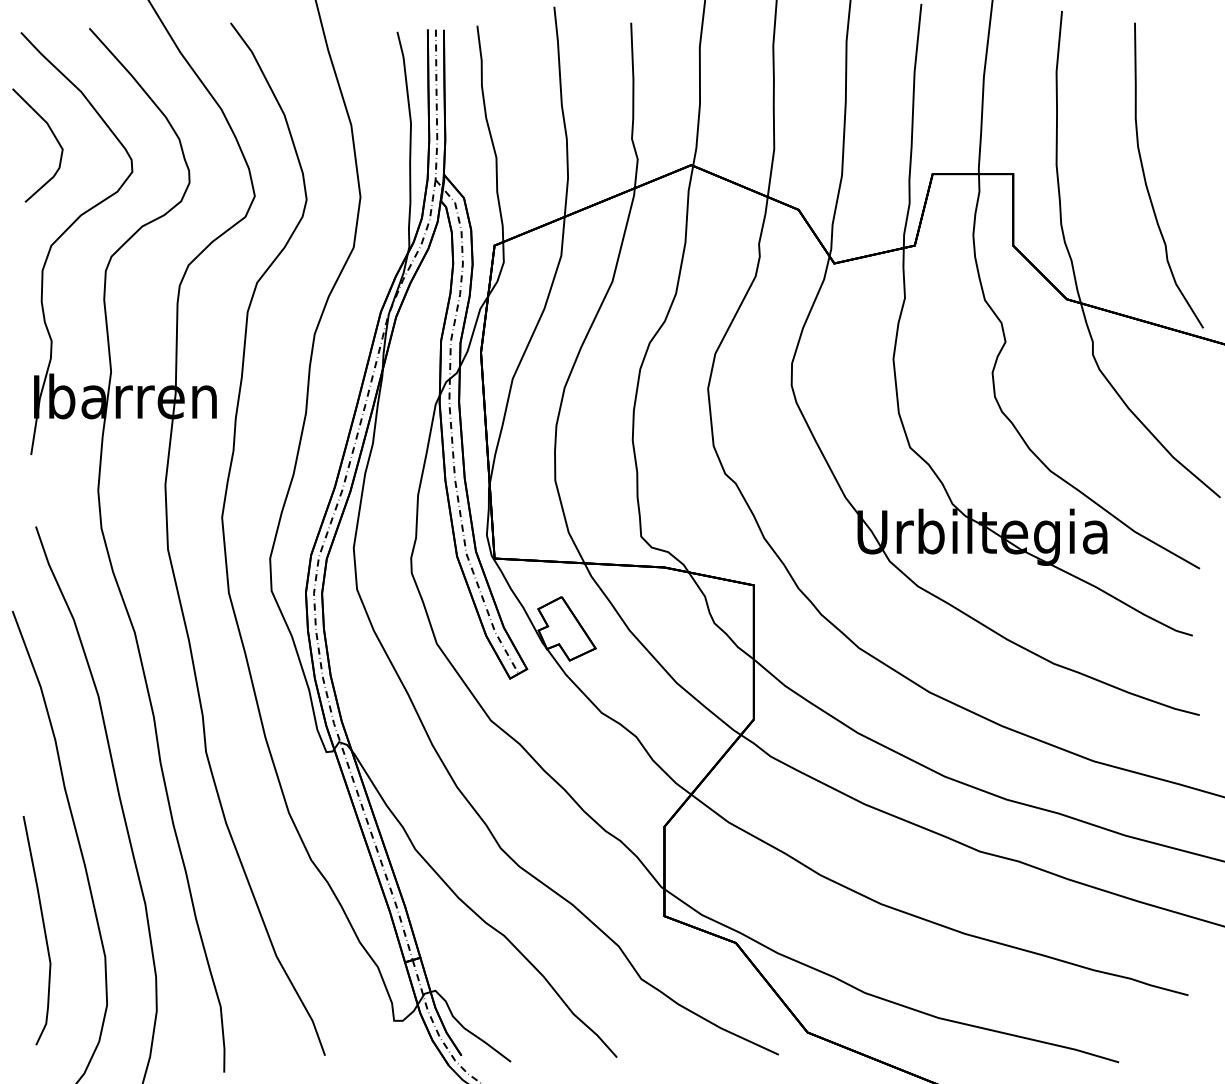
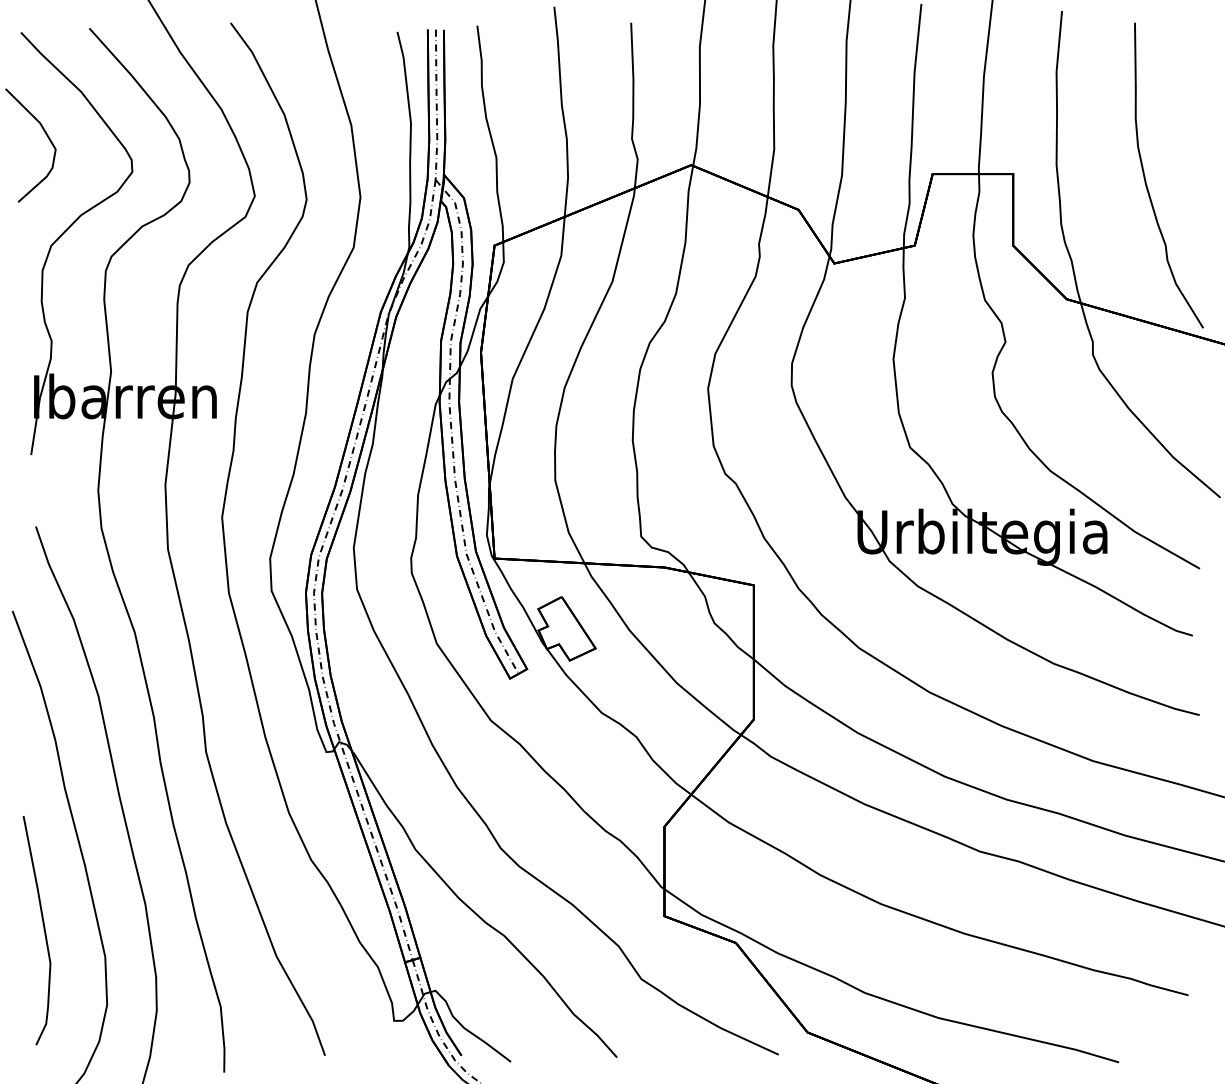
curve at (52, 134) position: (52, 134) -> (45, 134)
